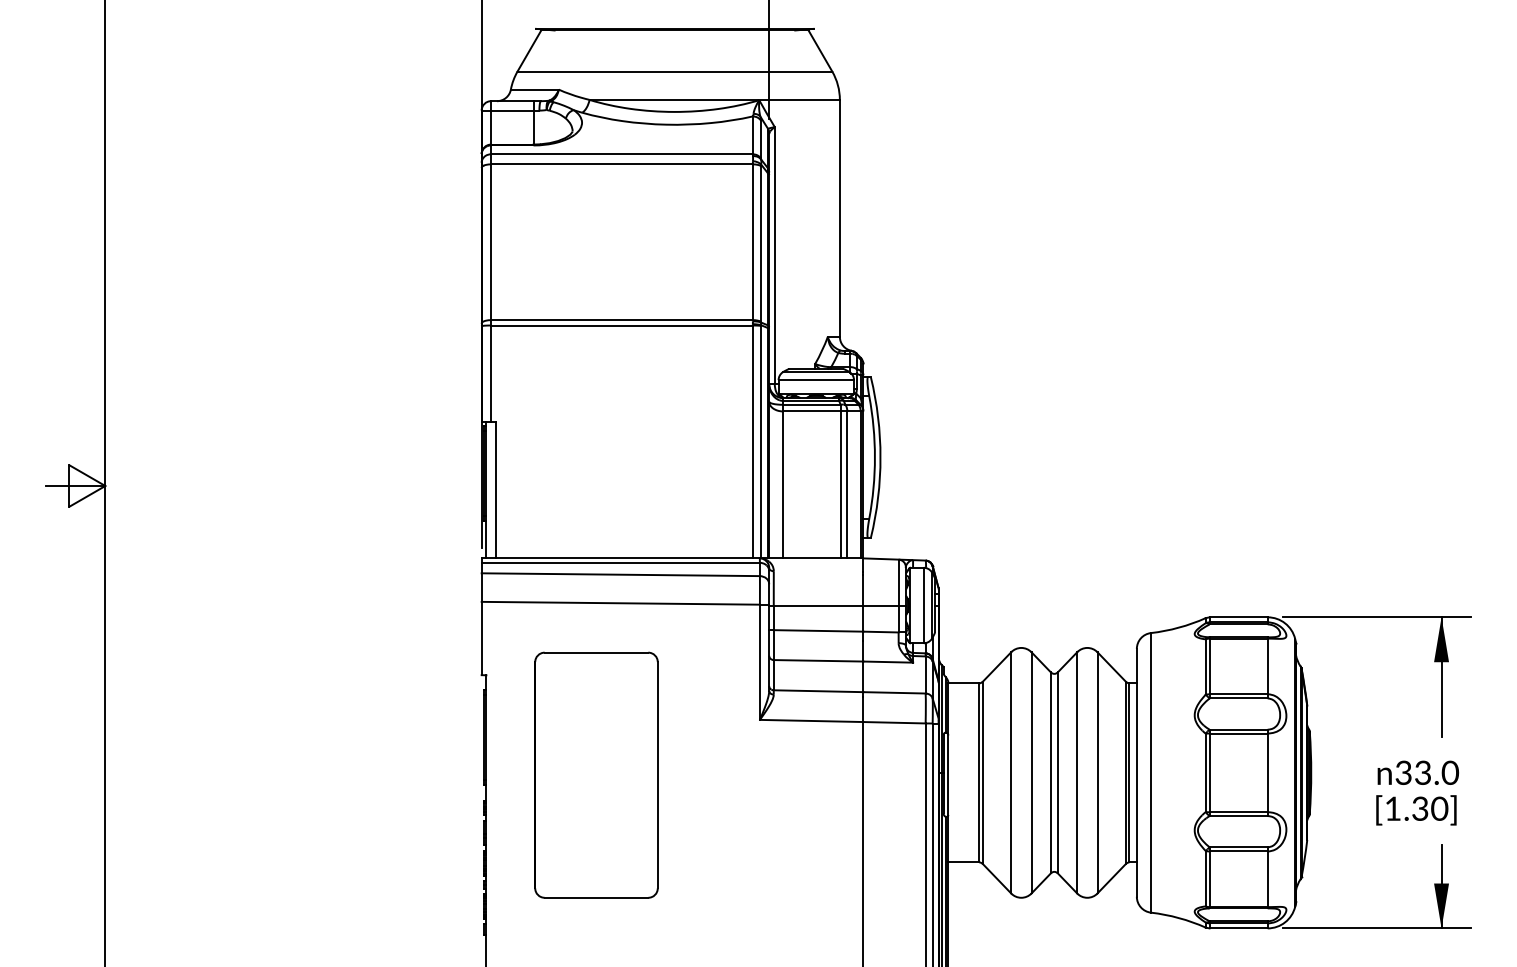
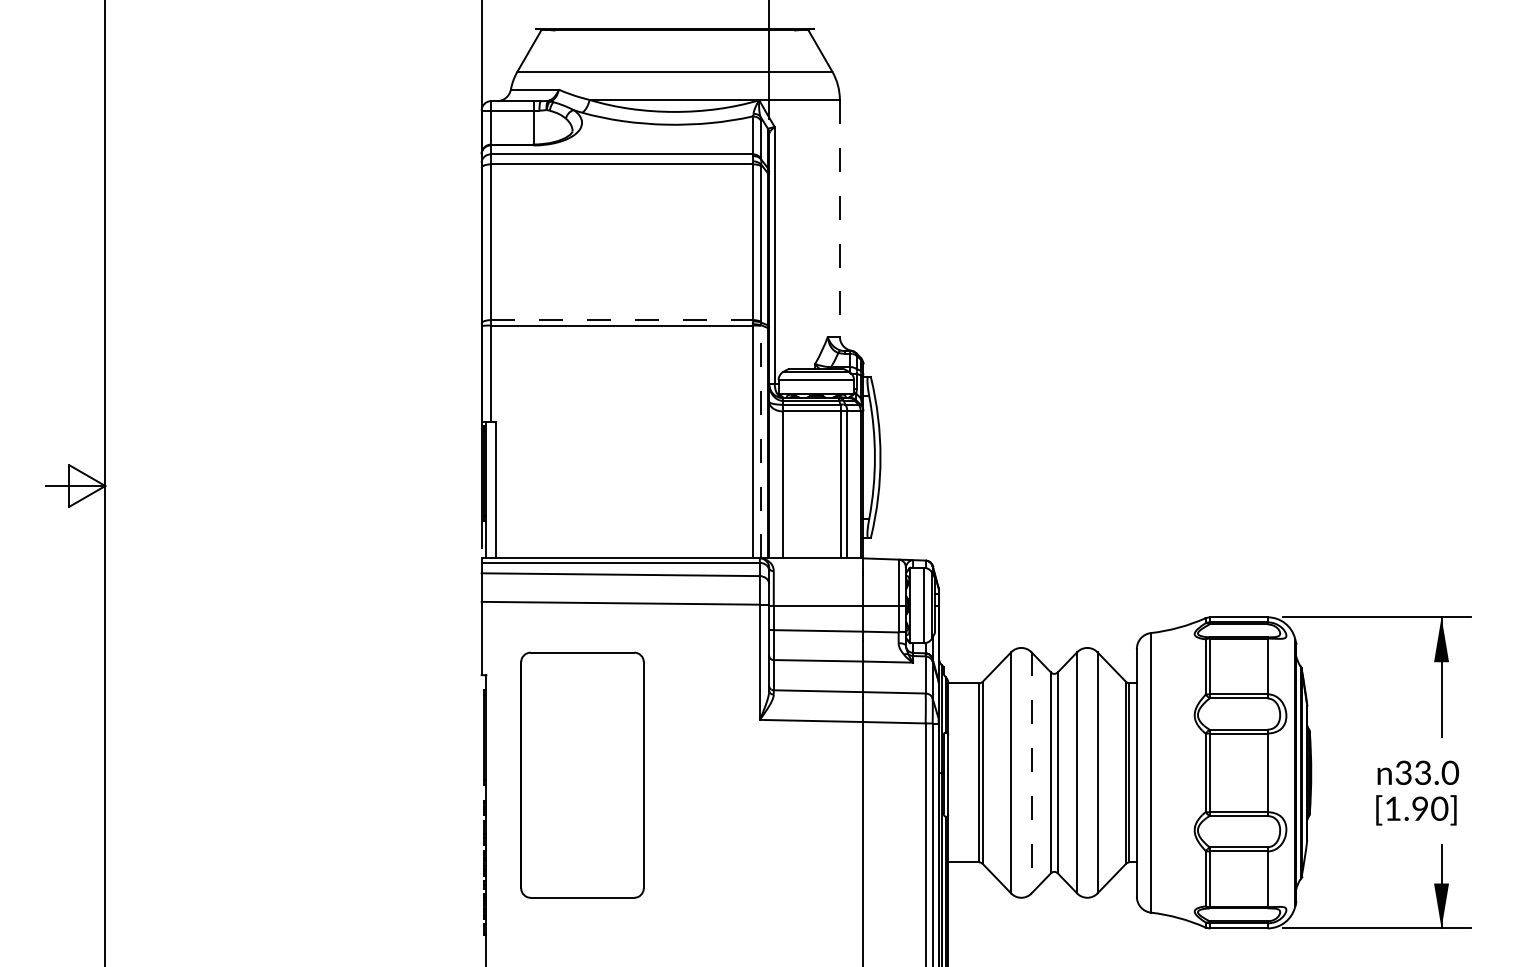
line at (839, 218): solid -> dashed
line at (621, 320): solid -> dashed
line at (761, 441): solid -> dashed
line at (1031, 772): solid -> dashed
part at (596, 774) position: (596, 774) -> (582, 774)
text at (1420, 808): [1.30] -> [1.90]
